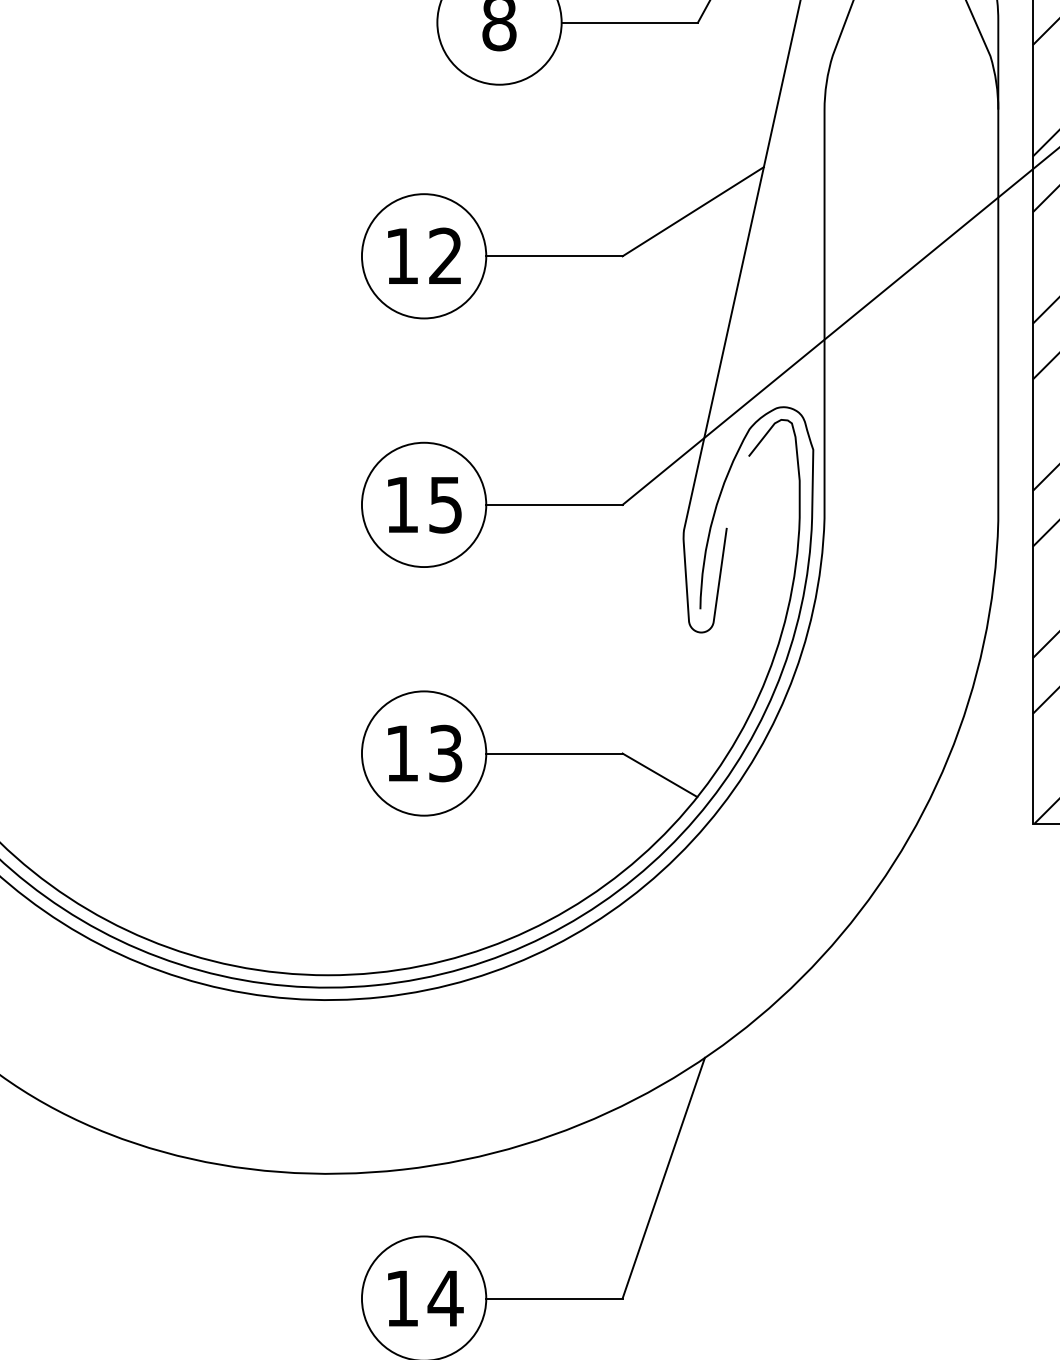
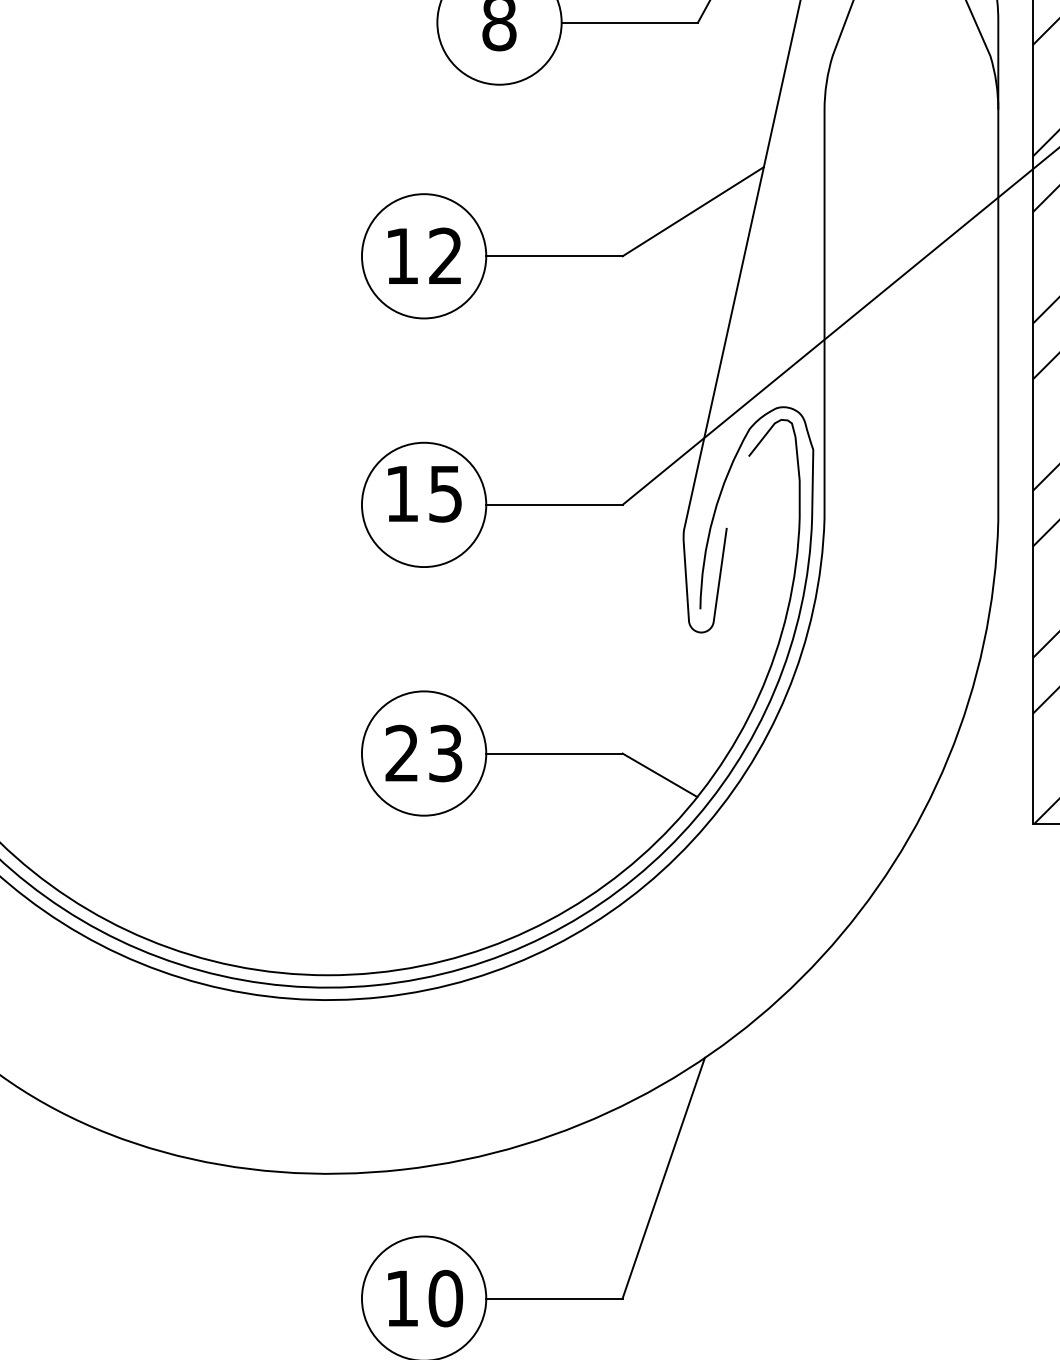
text at (424, 505) position: (424, 505) -> (424, 494)
text at (401, 752): 13 -> 23
text at (445, 1298): 14 -> 10
